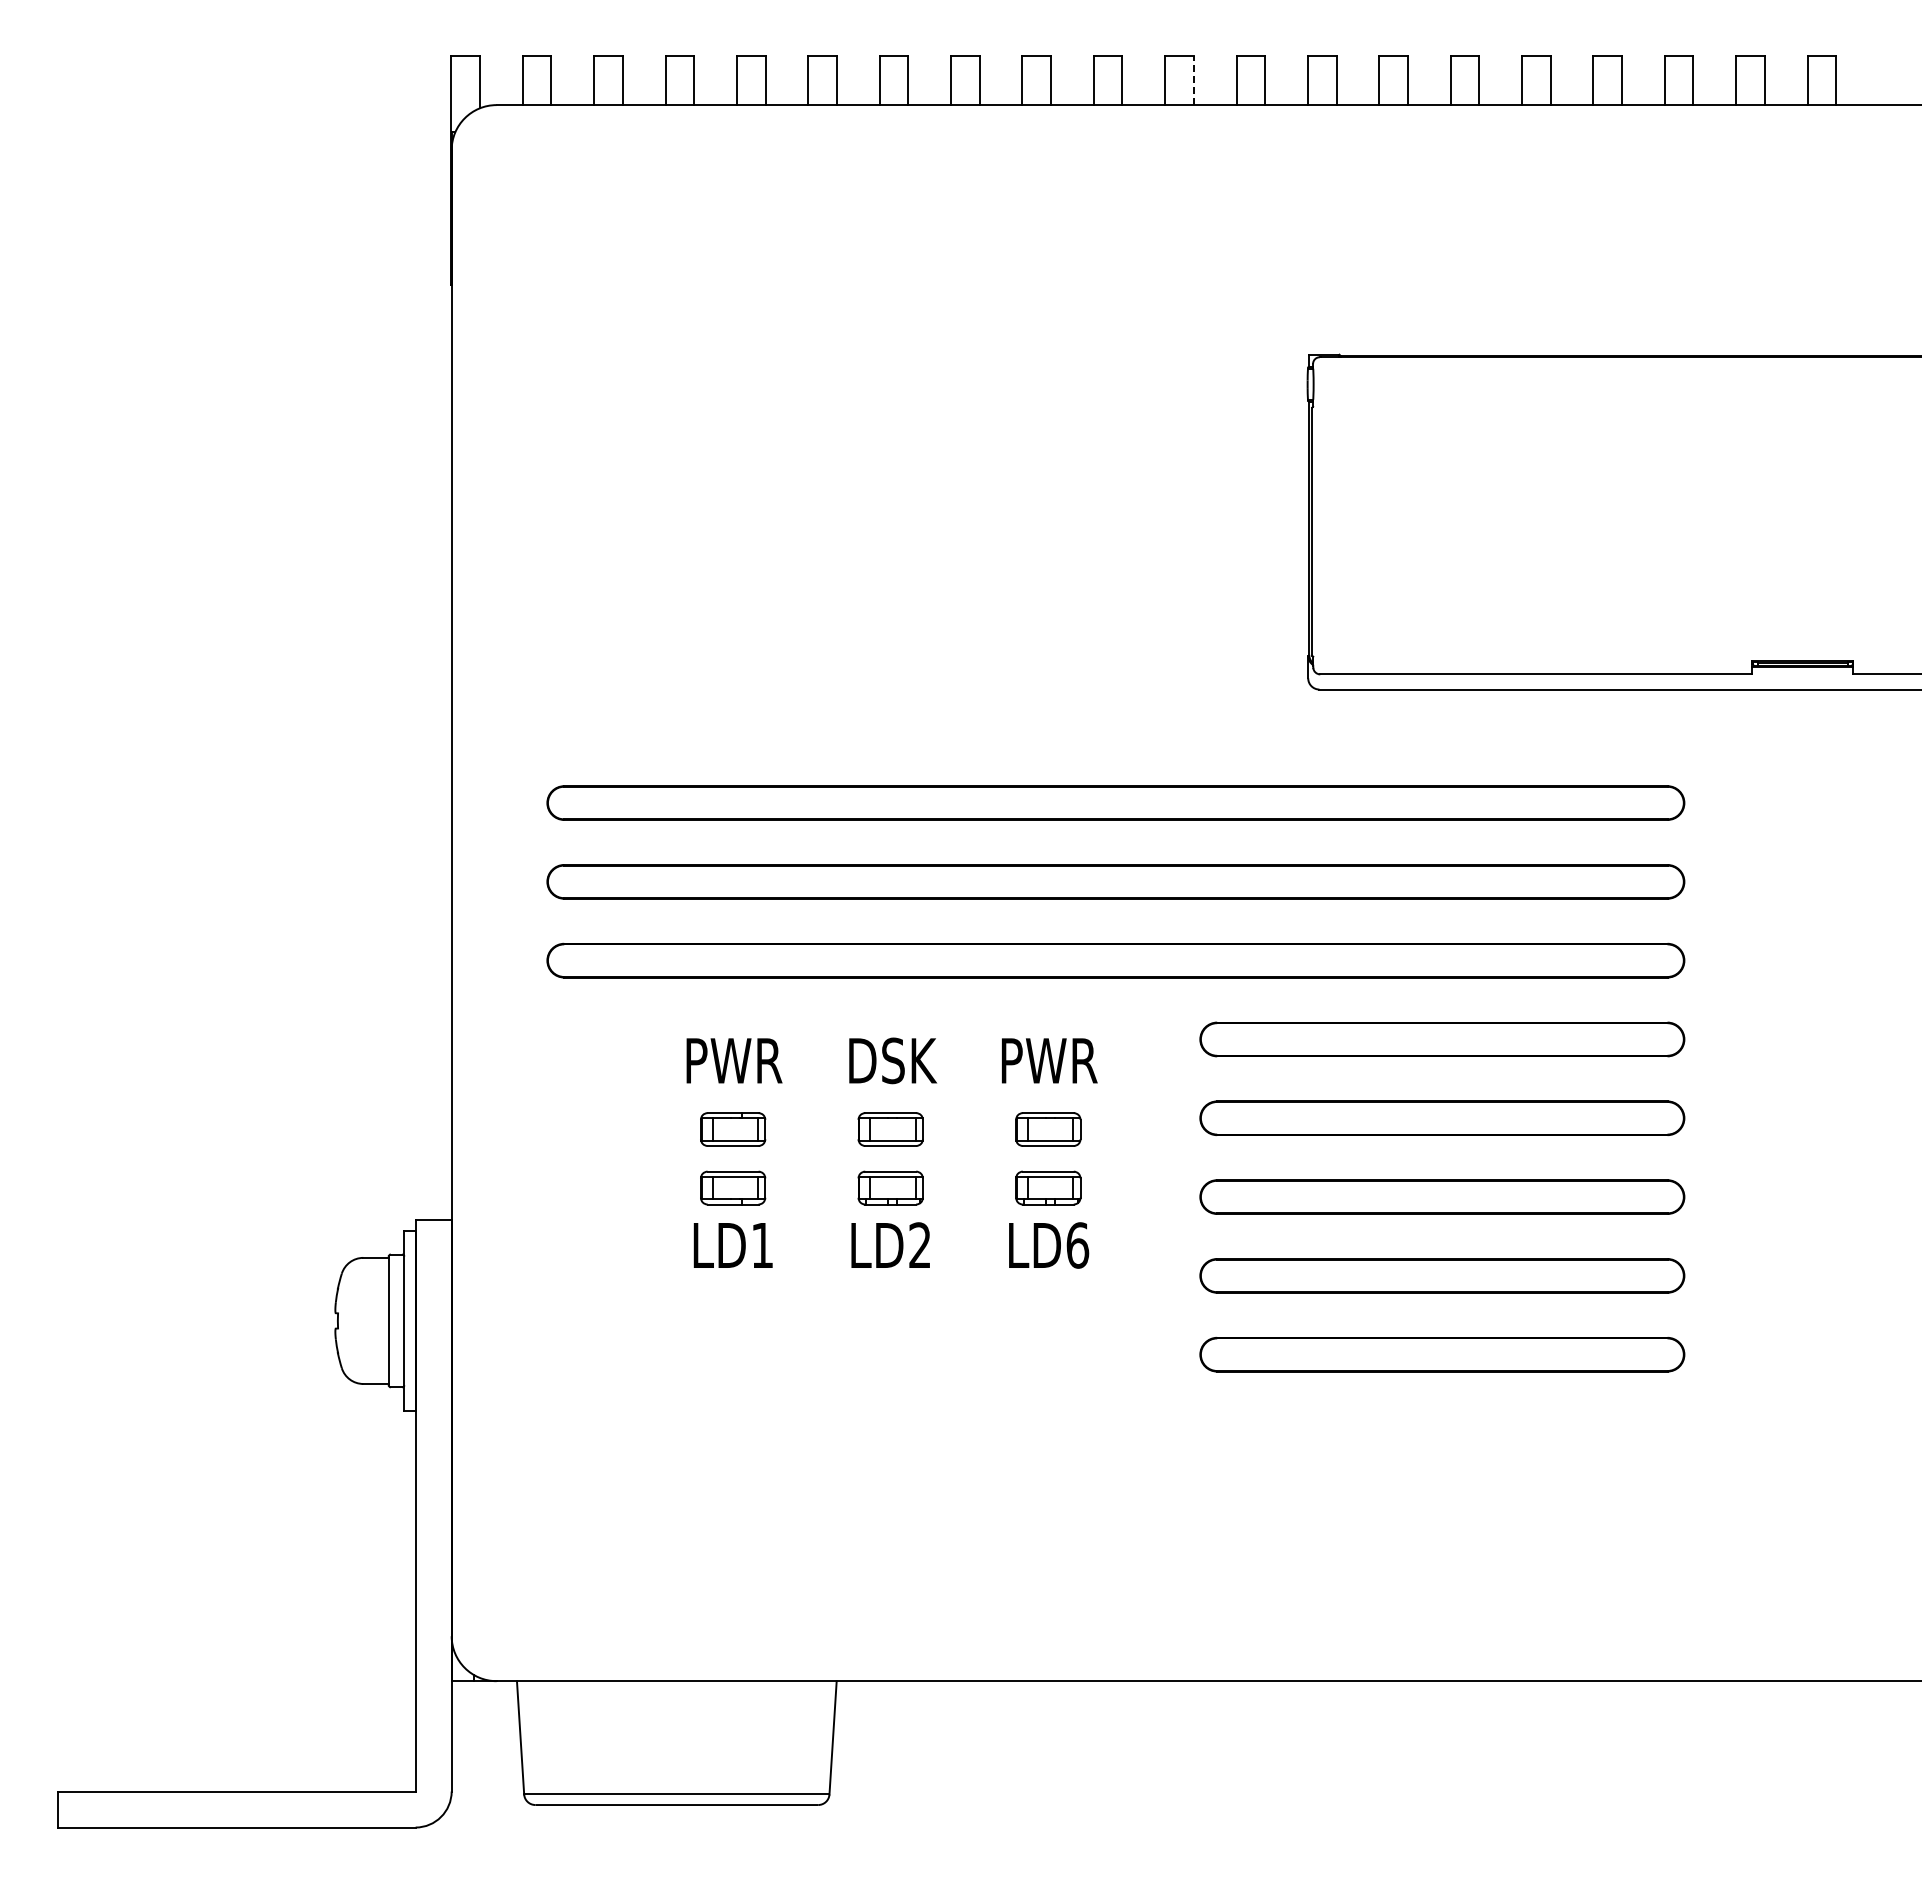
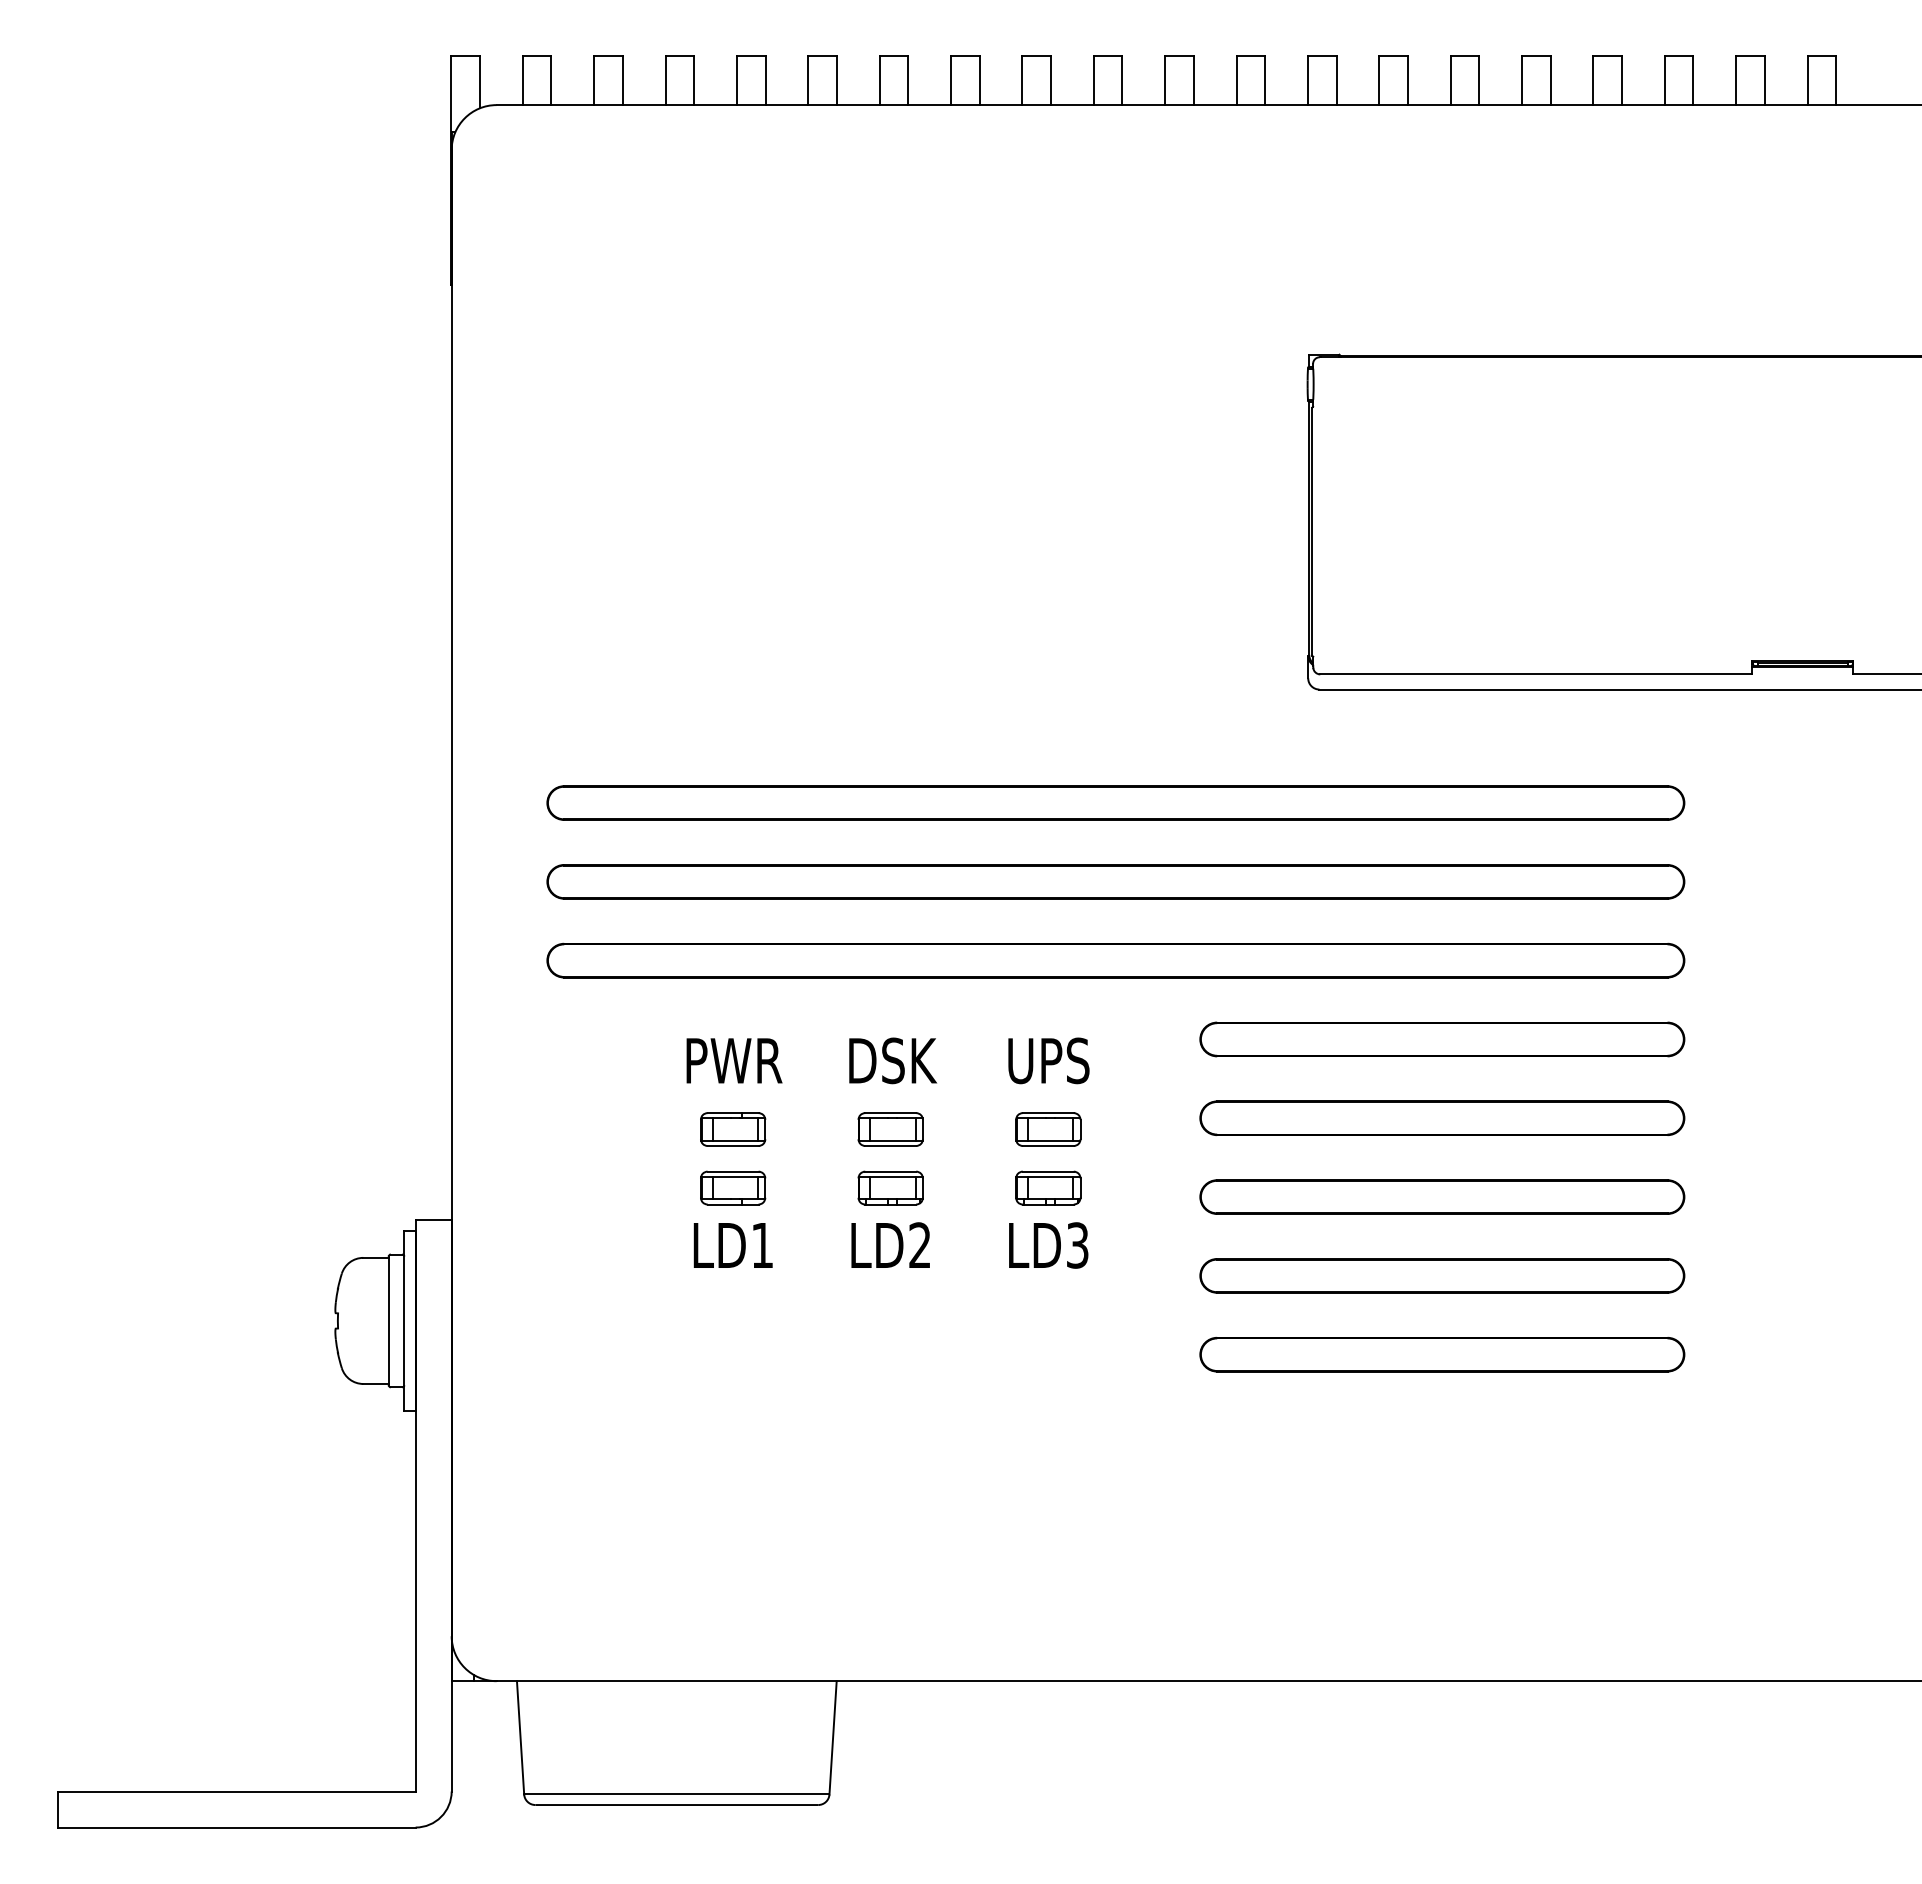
line at (1193, 80): dashed -> solid
text at (1049, 1060): PWR -> UPS
text at (1077, 1245): LD6 -> LD3
